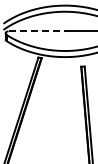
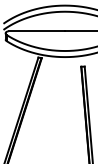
line at (37, 31): dashed -> solid
